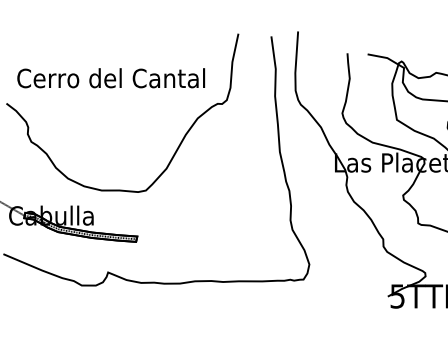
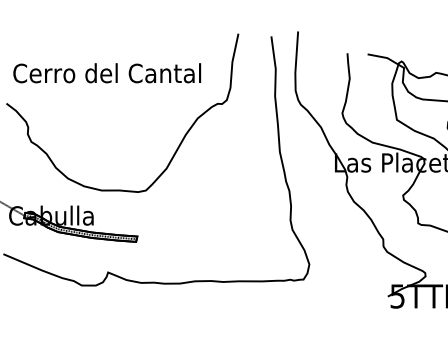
text at (111, 78) position: (111, 78) -> (107, 73)
